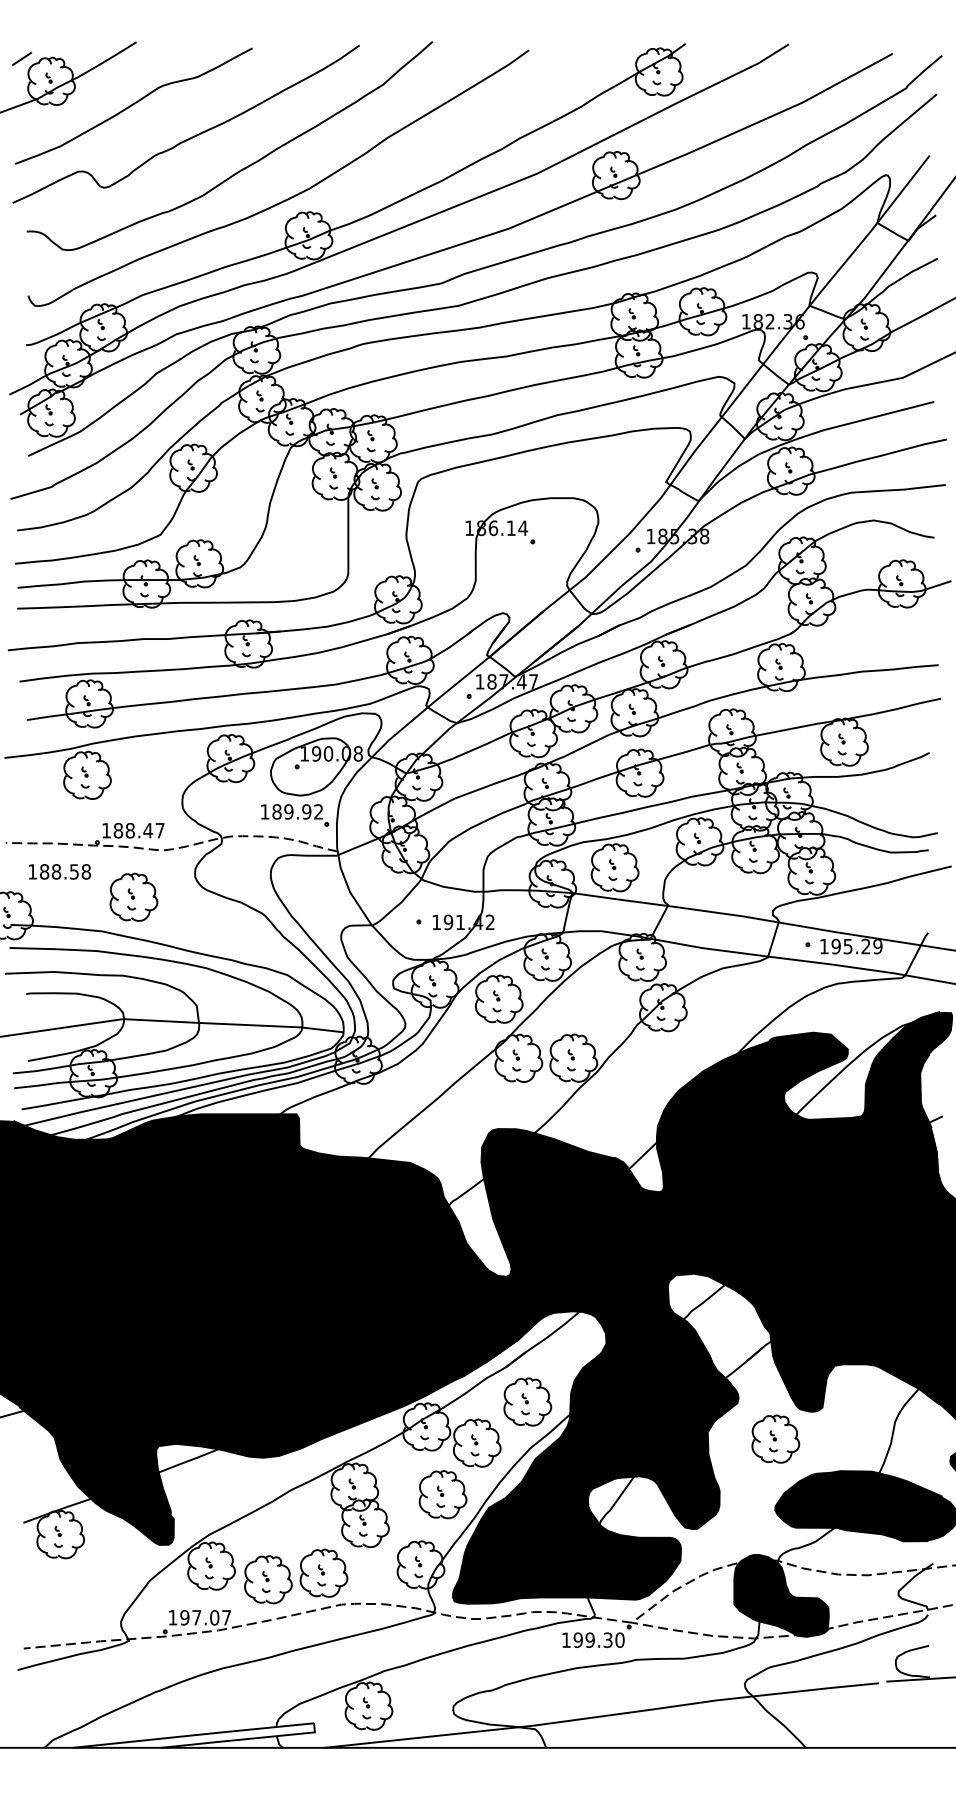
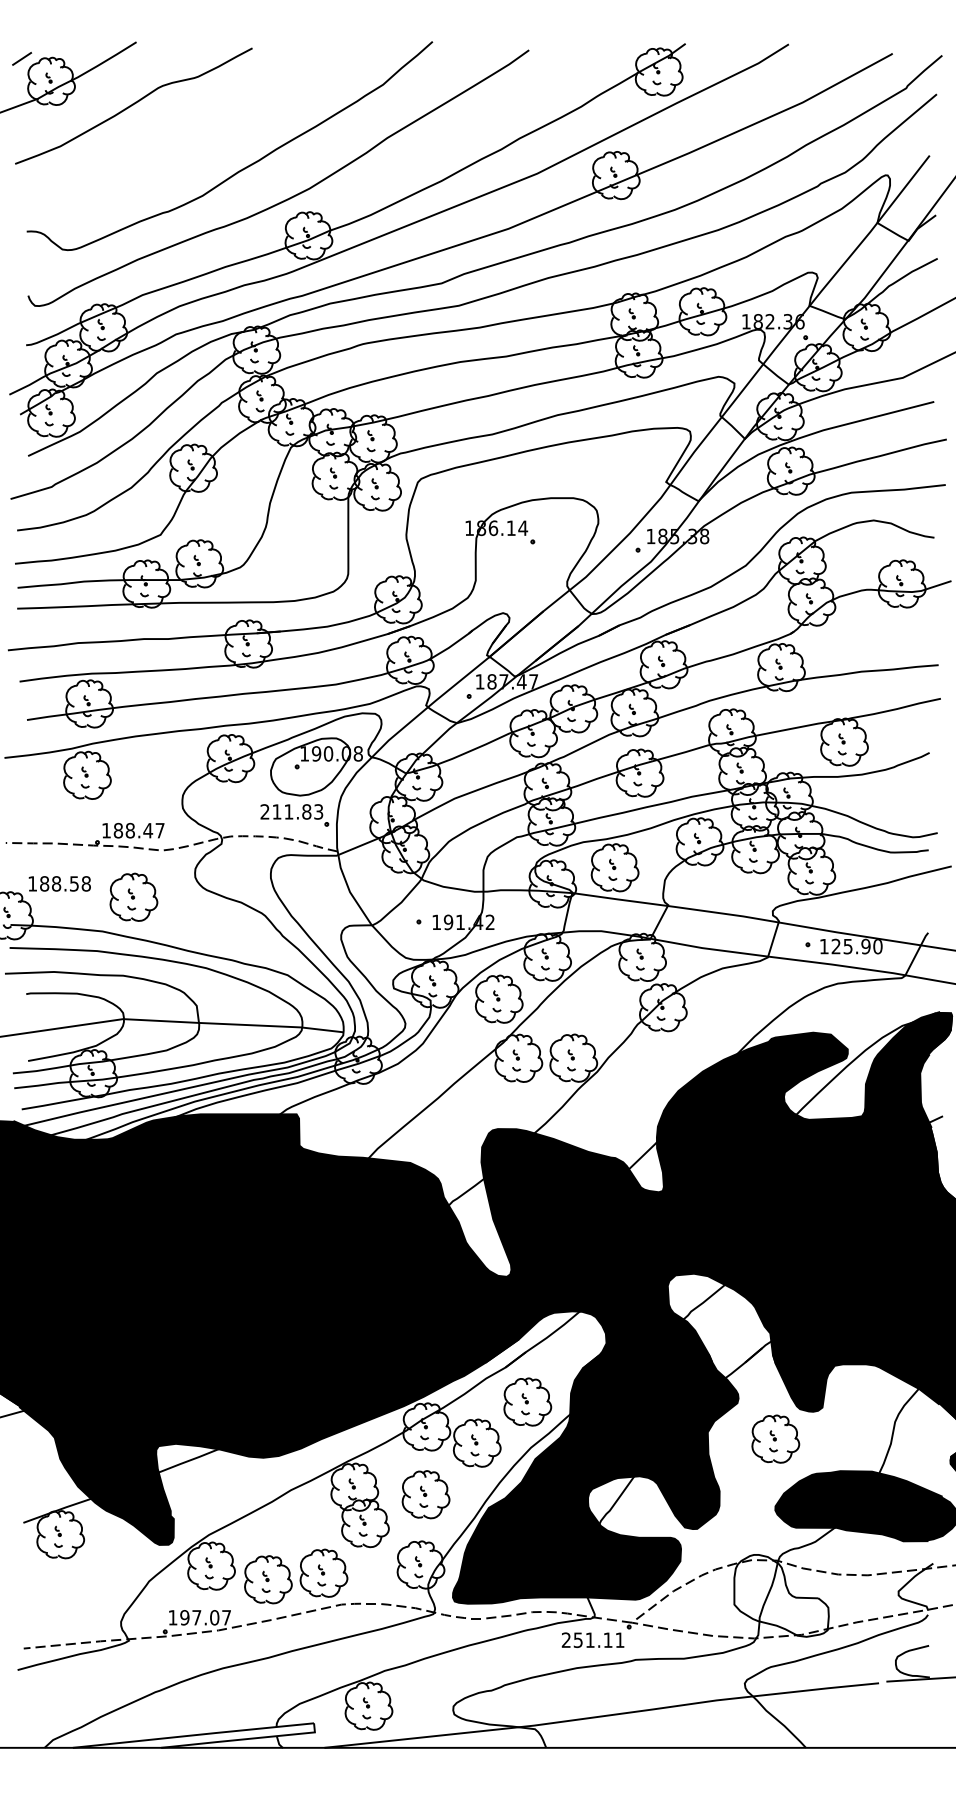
curve at (189, 137): present -> none
text at (291, 811): 189.92 -> 211.83
text at (59, 871) position: (59, 871) -> (59, 883)
text at (856, 946): 195.29 -> 125.90
part at (442, 1494) position: (442, 1494) -> (425, 1494)
fill at (781, 1595): present -> none
text at (592, 1640): 199.30 -> 251.11
